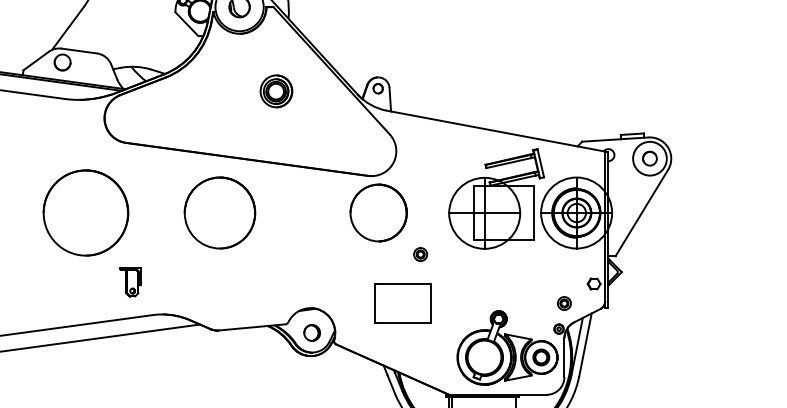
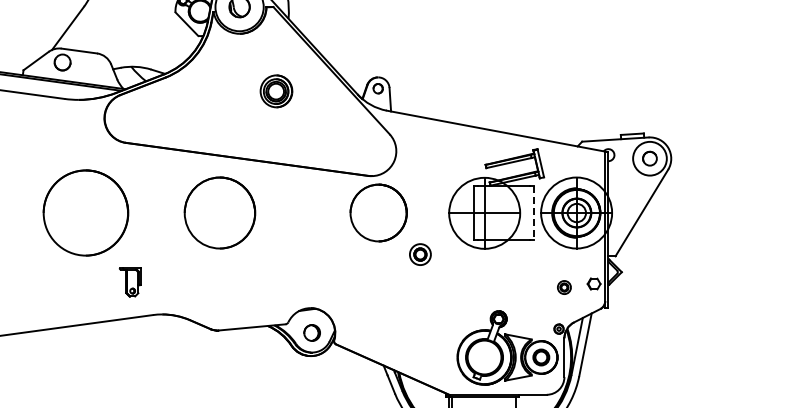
line at (534, 213): solid -> dashed
part at (420, 254) size: 16x15 px -> 23x23 px
part at (402, 303): present -> none
part at (564, 303) position: (564, 303) -> (564, 287)
line at (100, 337): present -> none
